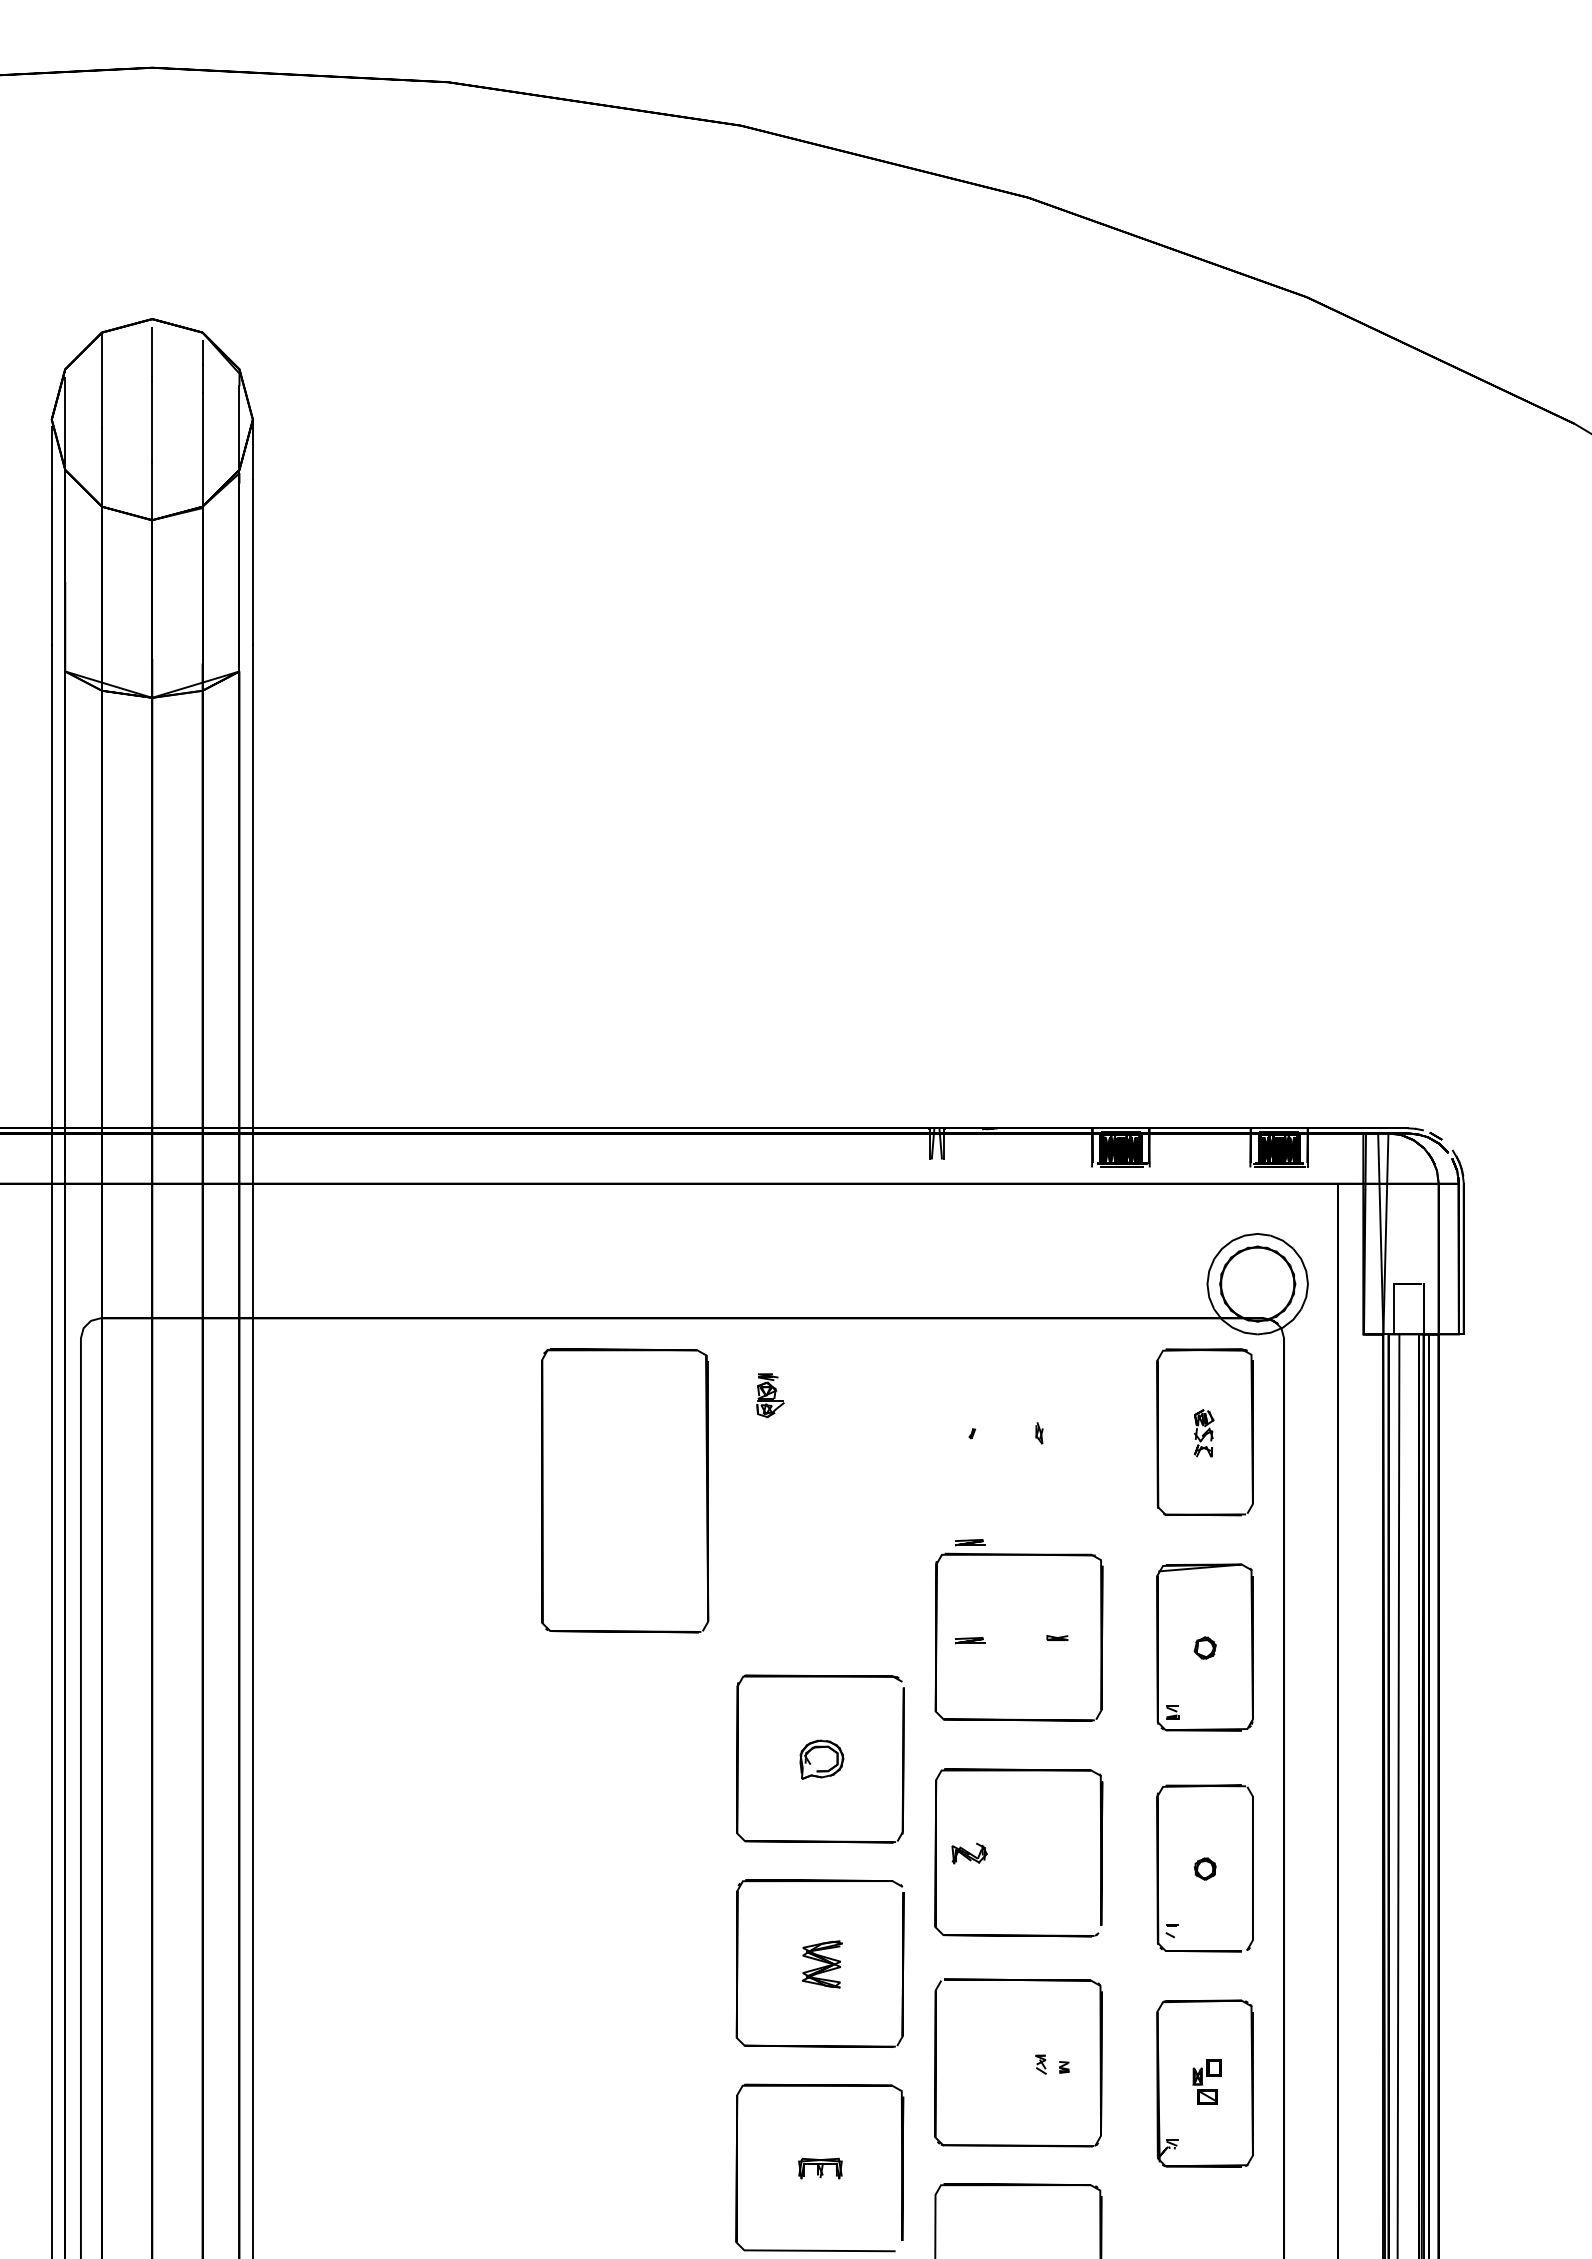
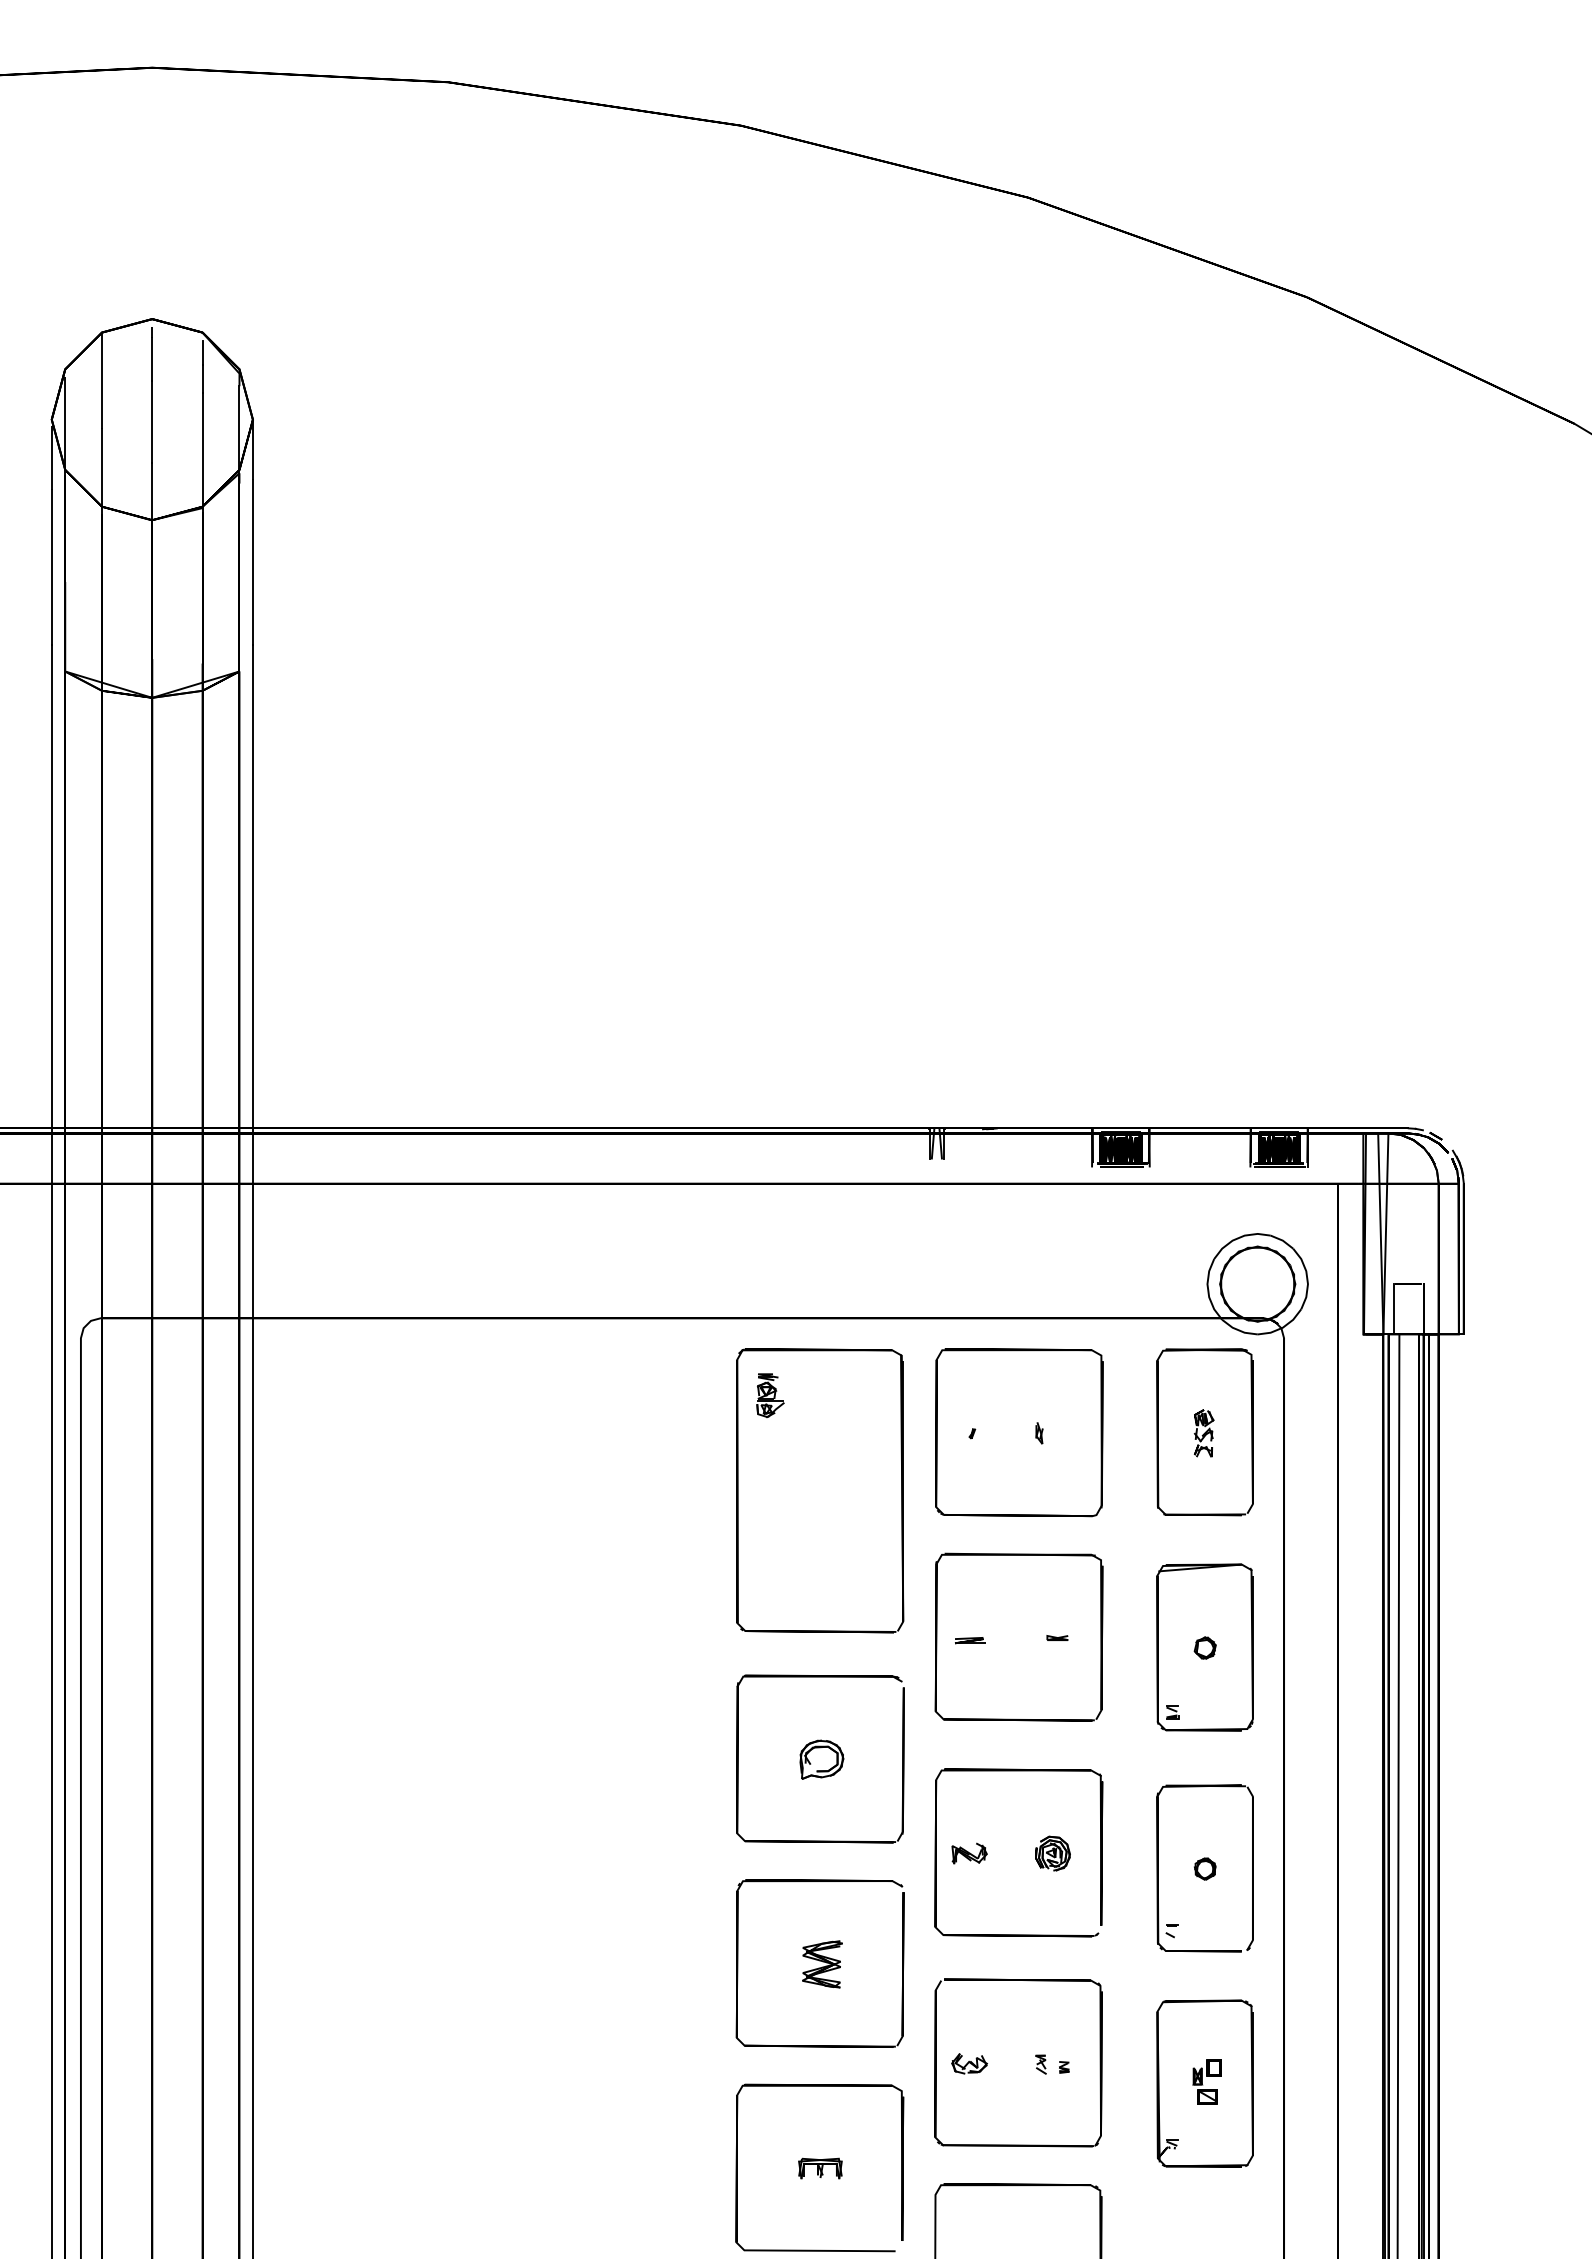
part at (1019, 1432): none -> present
part at (625, 1490) position: (625, 1490) -> (820, 1490)
part at (970, 1542): present -> none
part at (1052, 1853): none -> present
part at (969, 2063): none -> present
